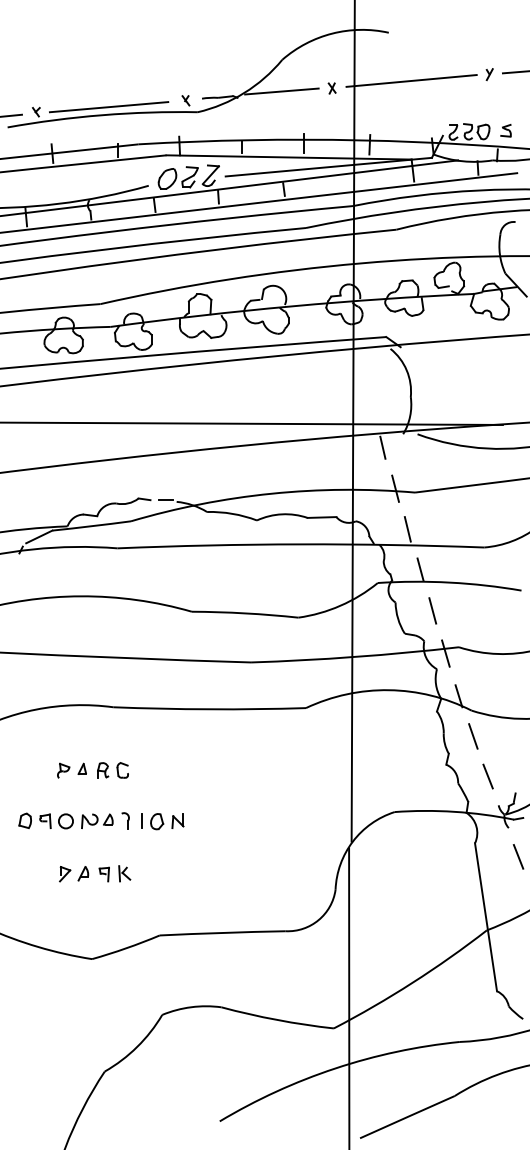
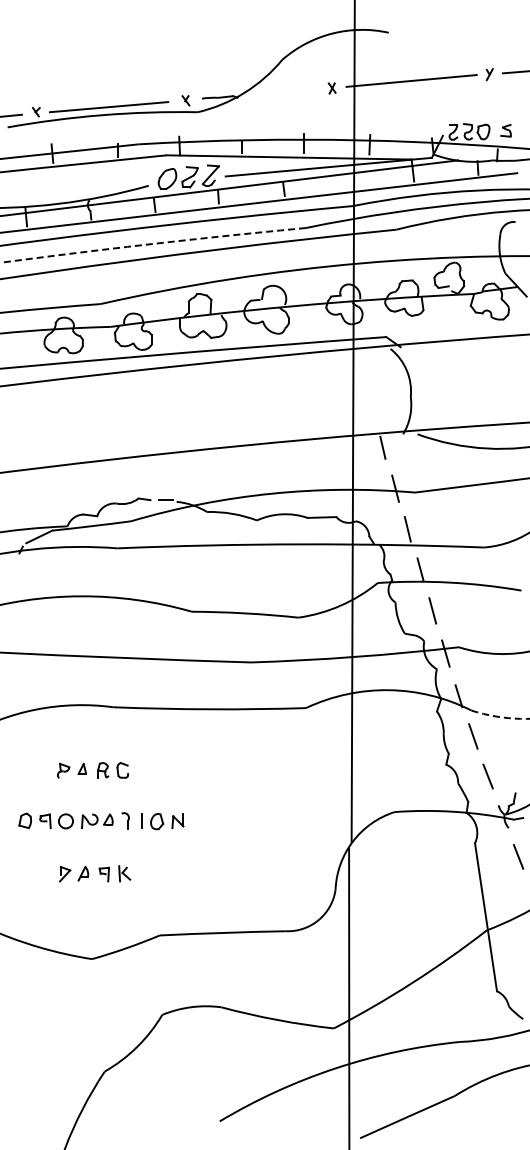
line at (281, 91): present -> none
arc at (152, 243): solid -> dashed
line at (252, 423): present -> none
arc at (500, 717): solid -> dashed
